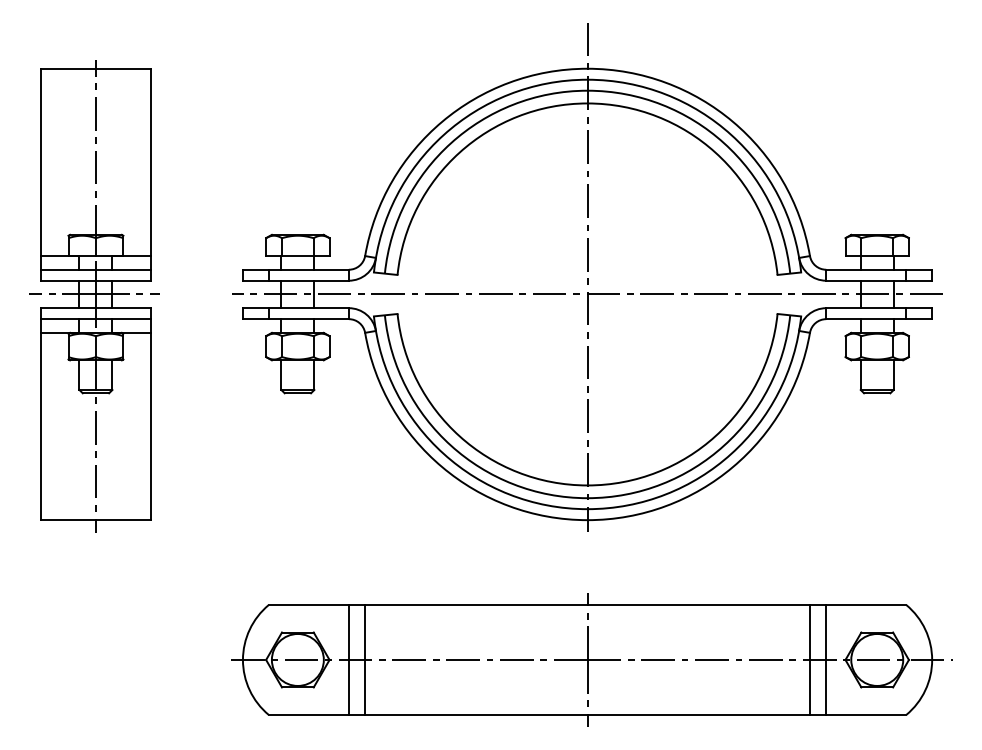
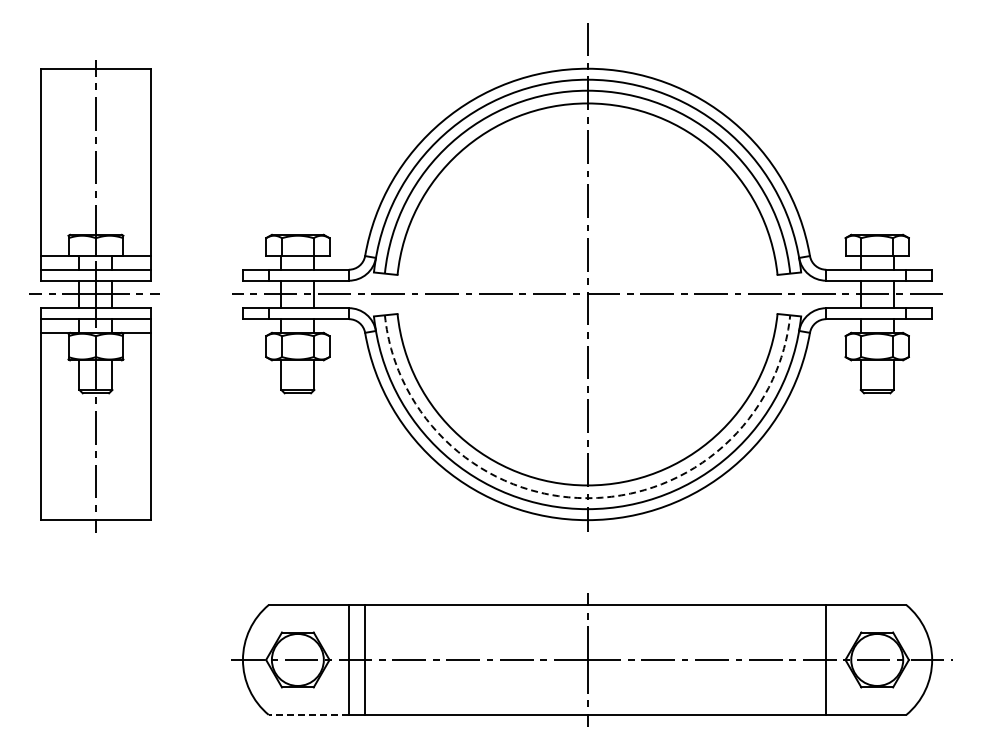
arc at (587, 498): solid -> dashed
line at (809, 659): present -> none
line at (308, 714): solid -> dashed
